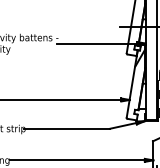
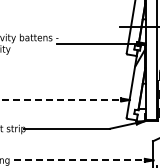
line at (65, 99): solid -> dashed
line at (81, 160): solid -> dashed
